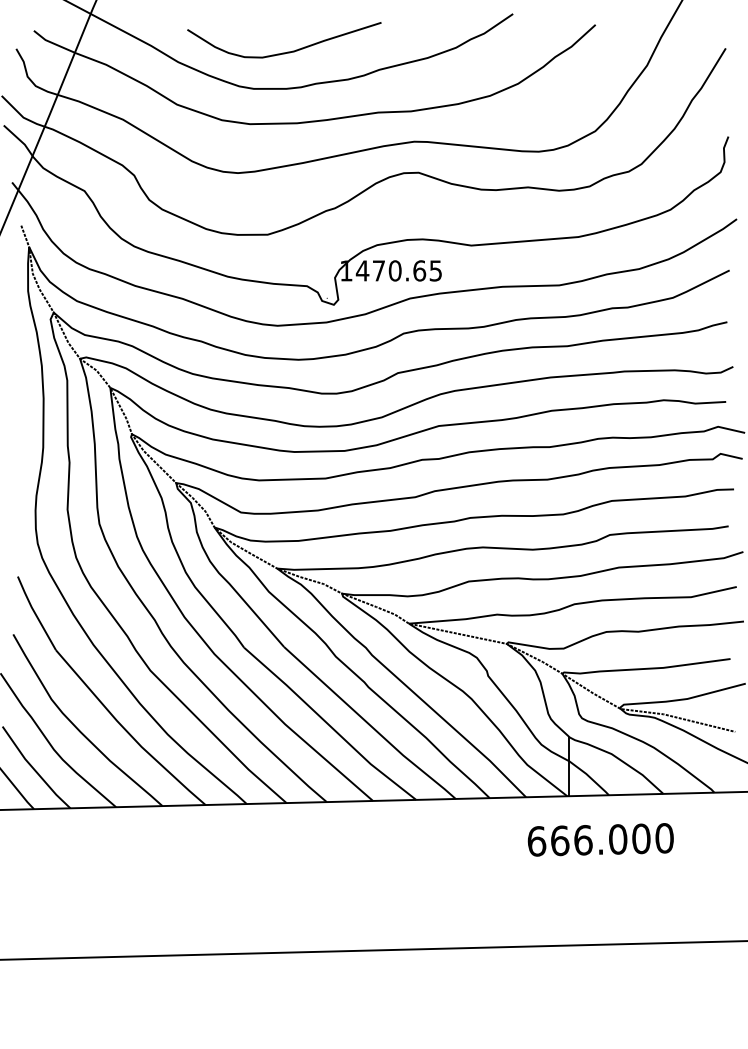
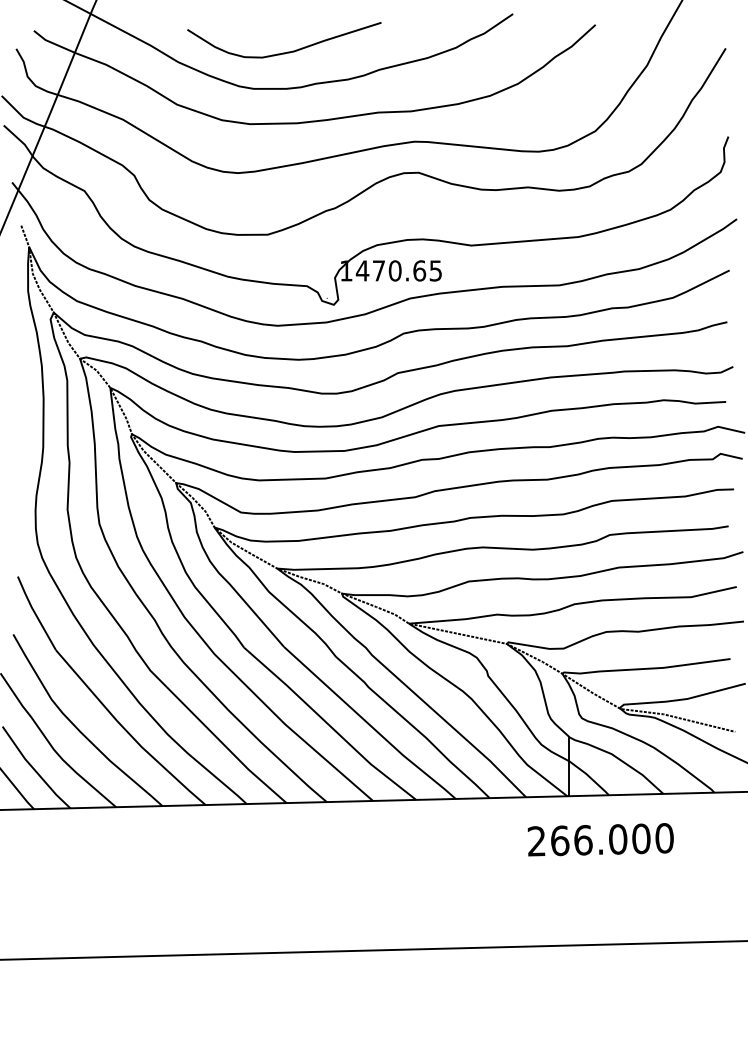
text at (536, 841): 666.000 -> 266.000
